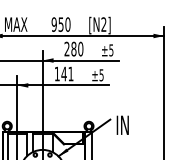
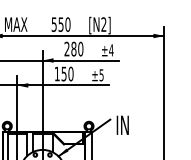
text at (53, 24): 950 -> 550
text at (111, 50): ±5 -> ±4
text at (67, 73): 141 -> 150
